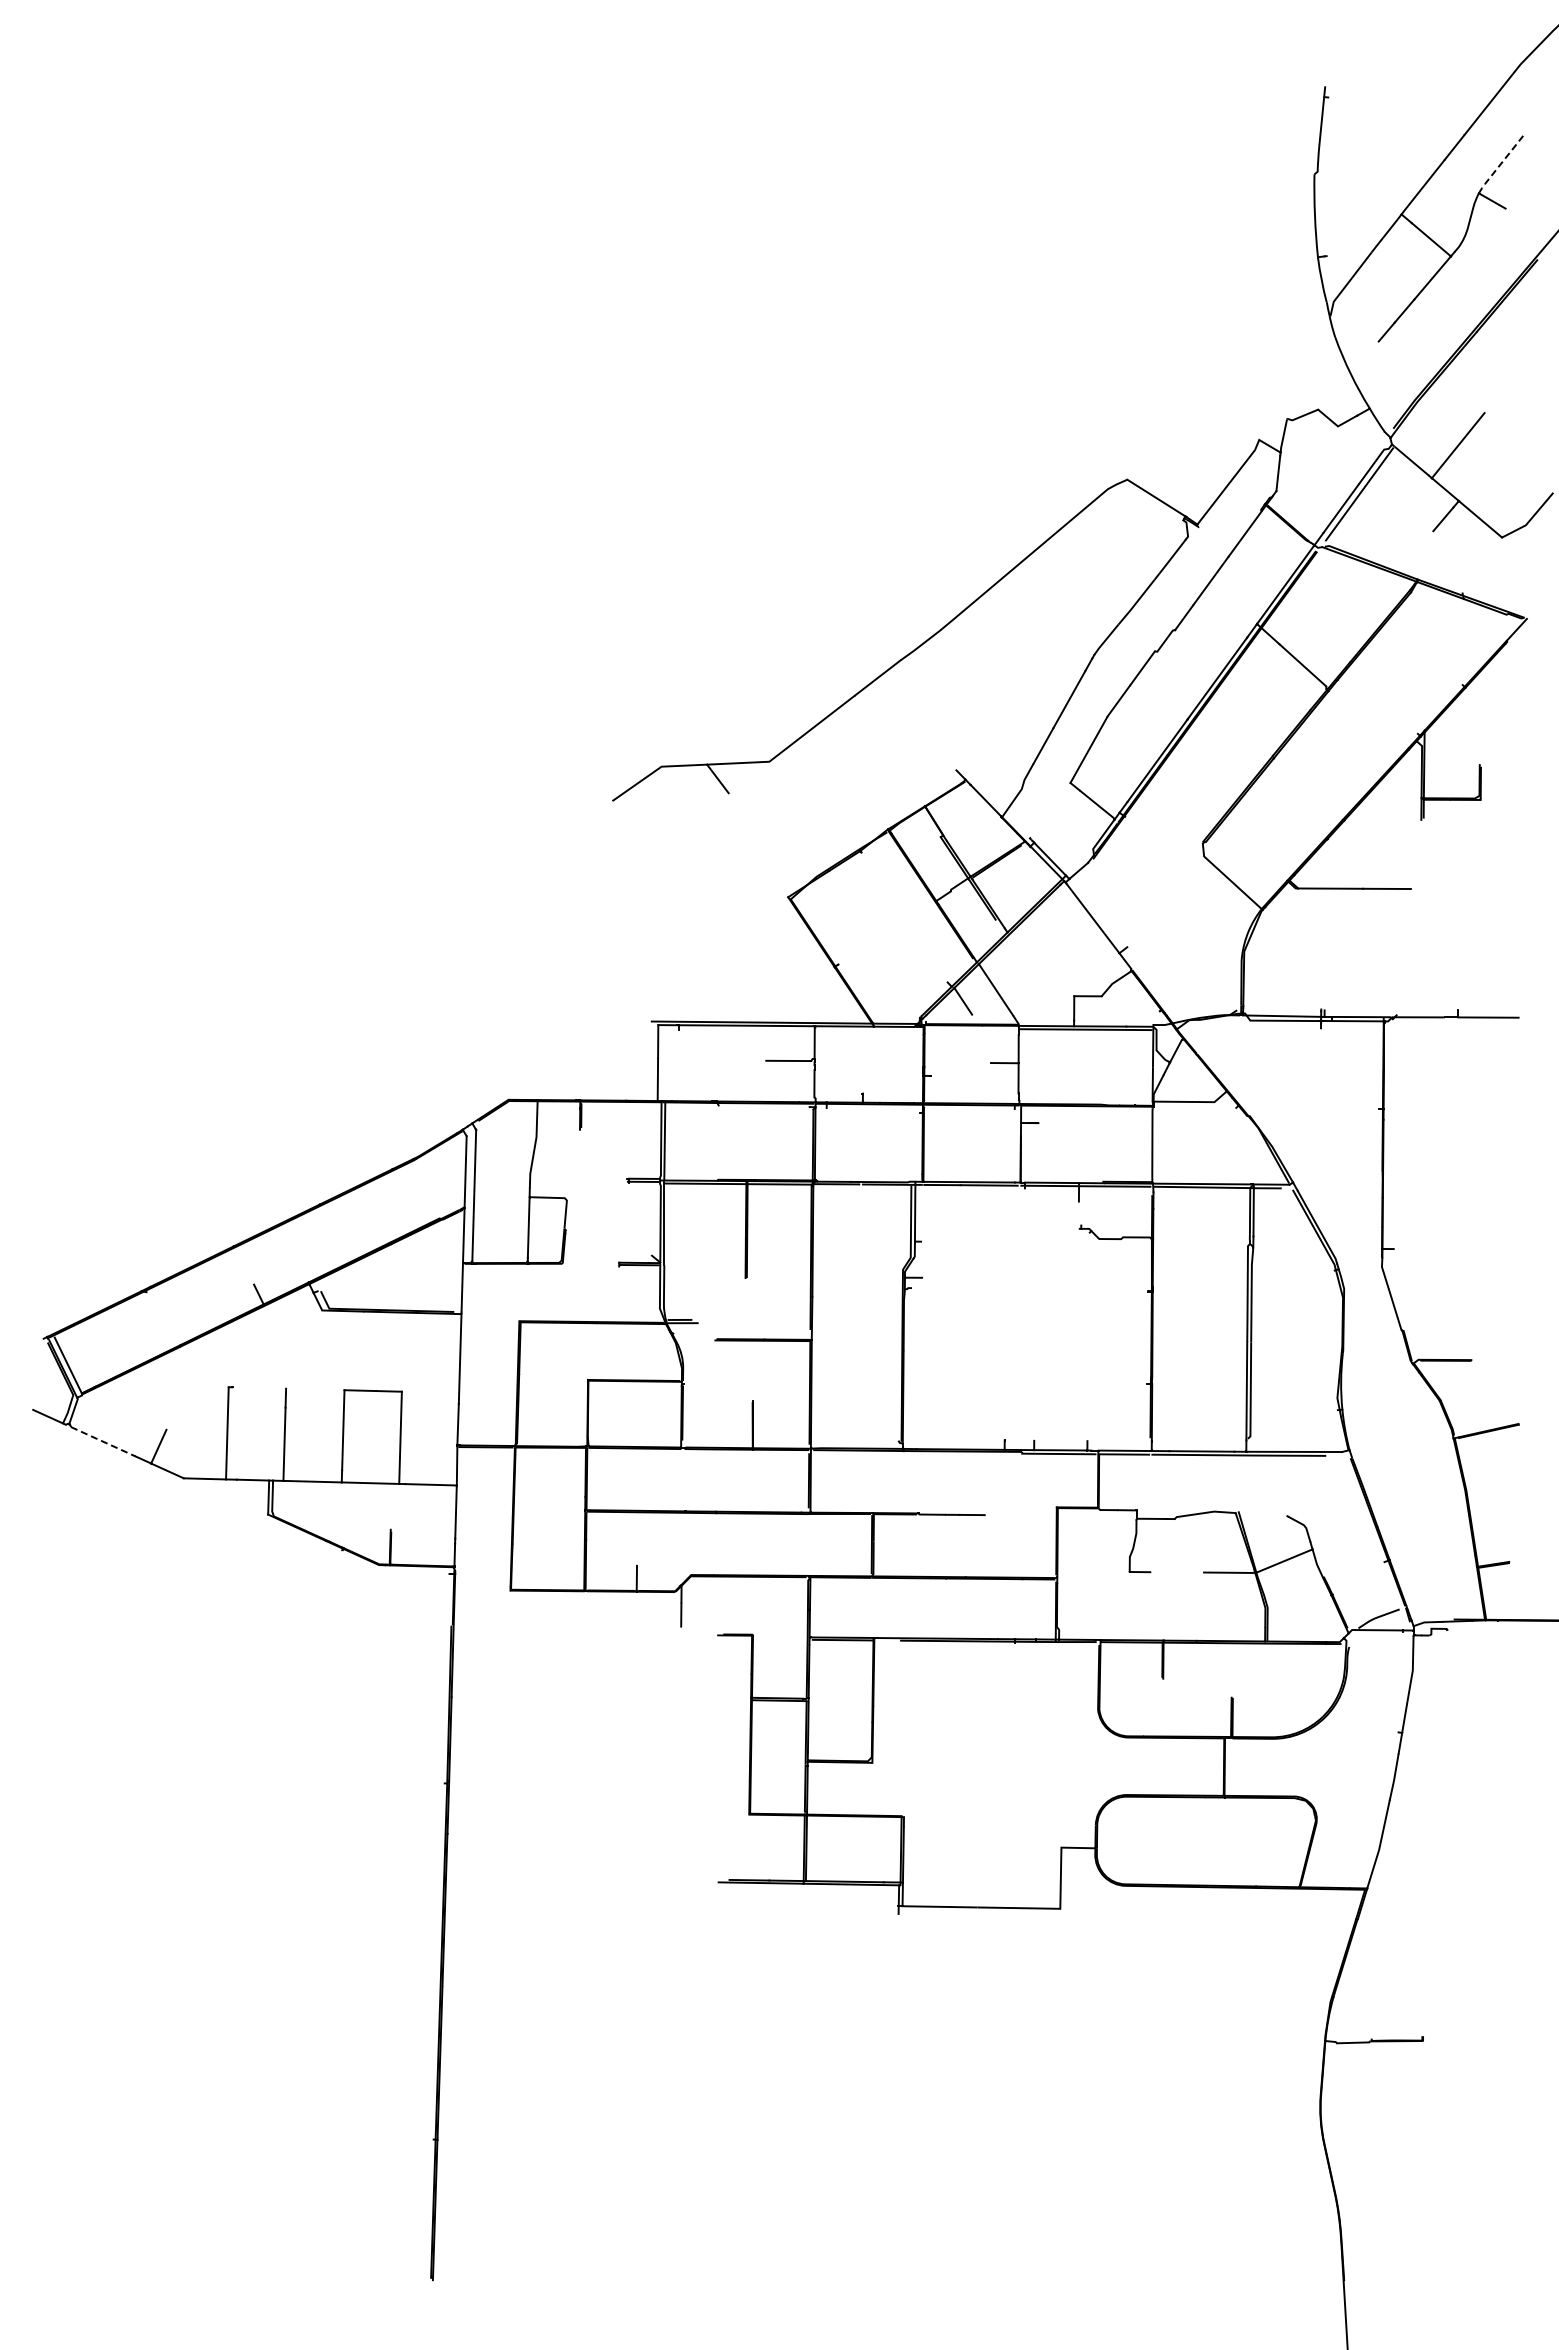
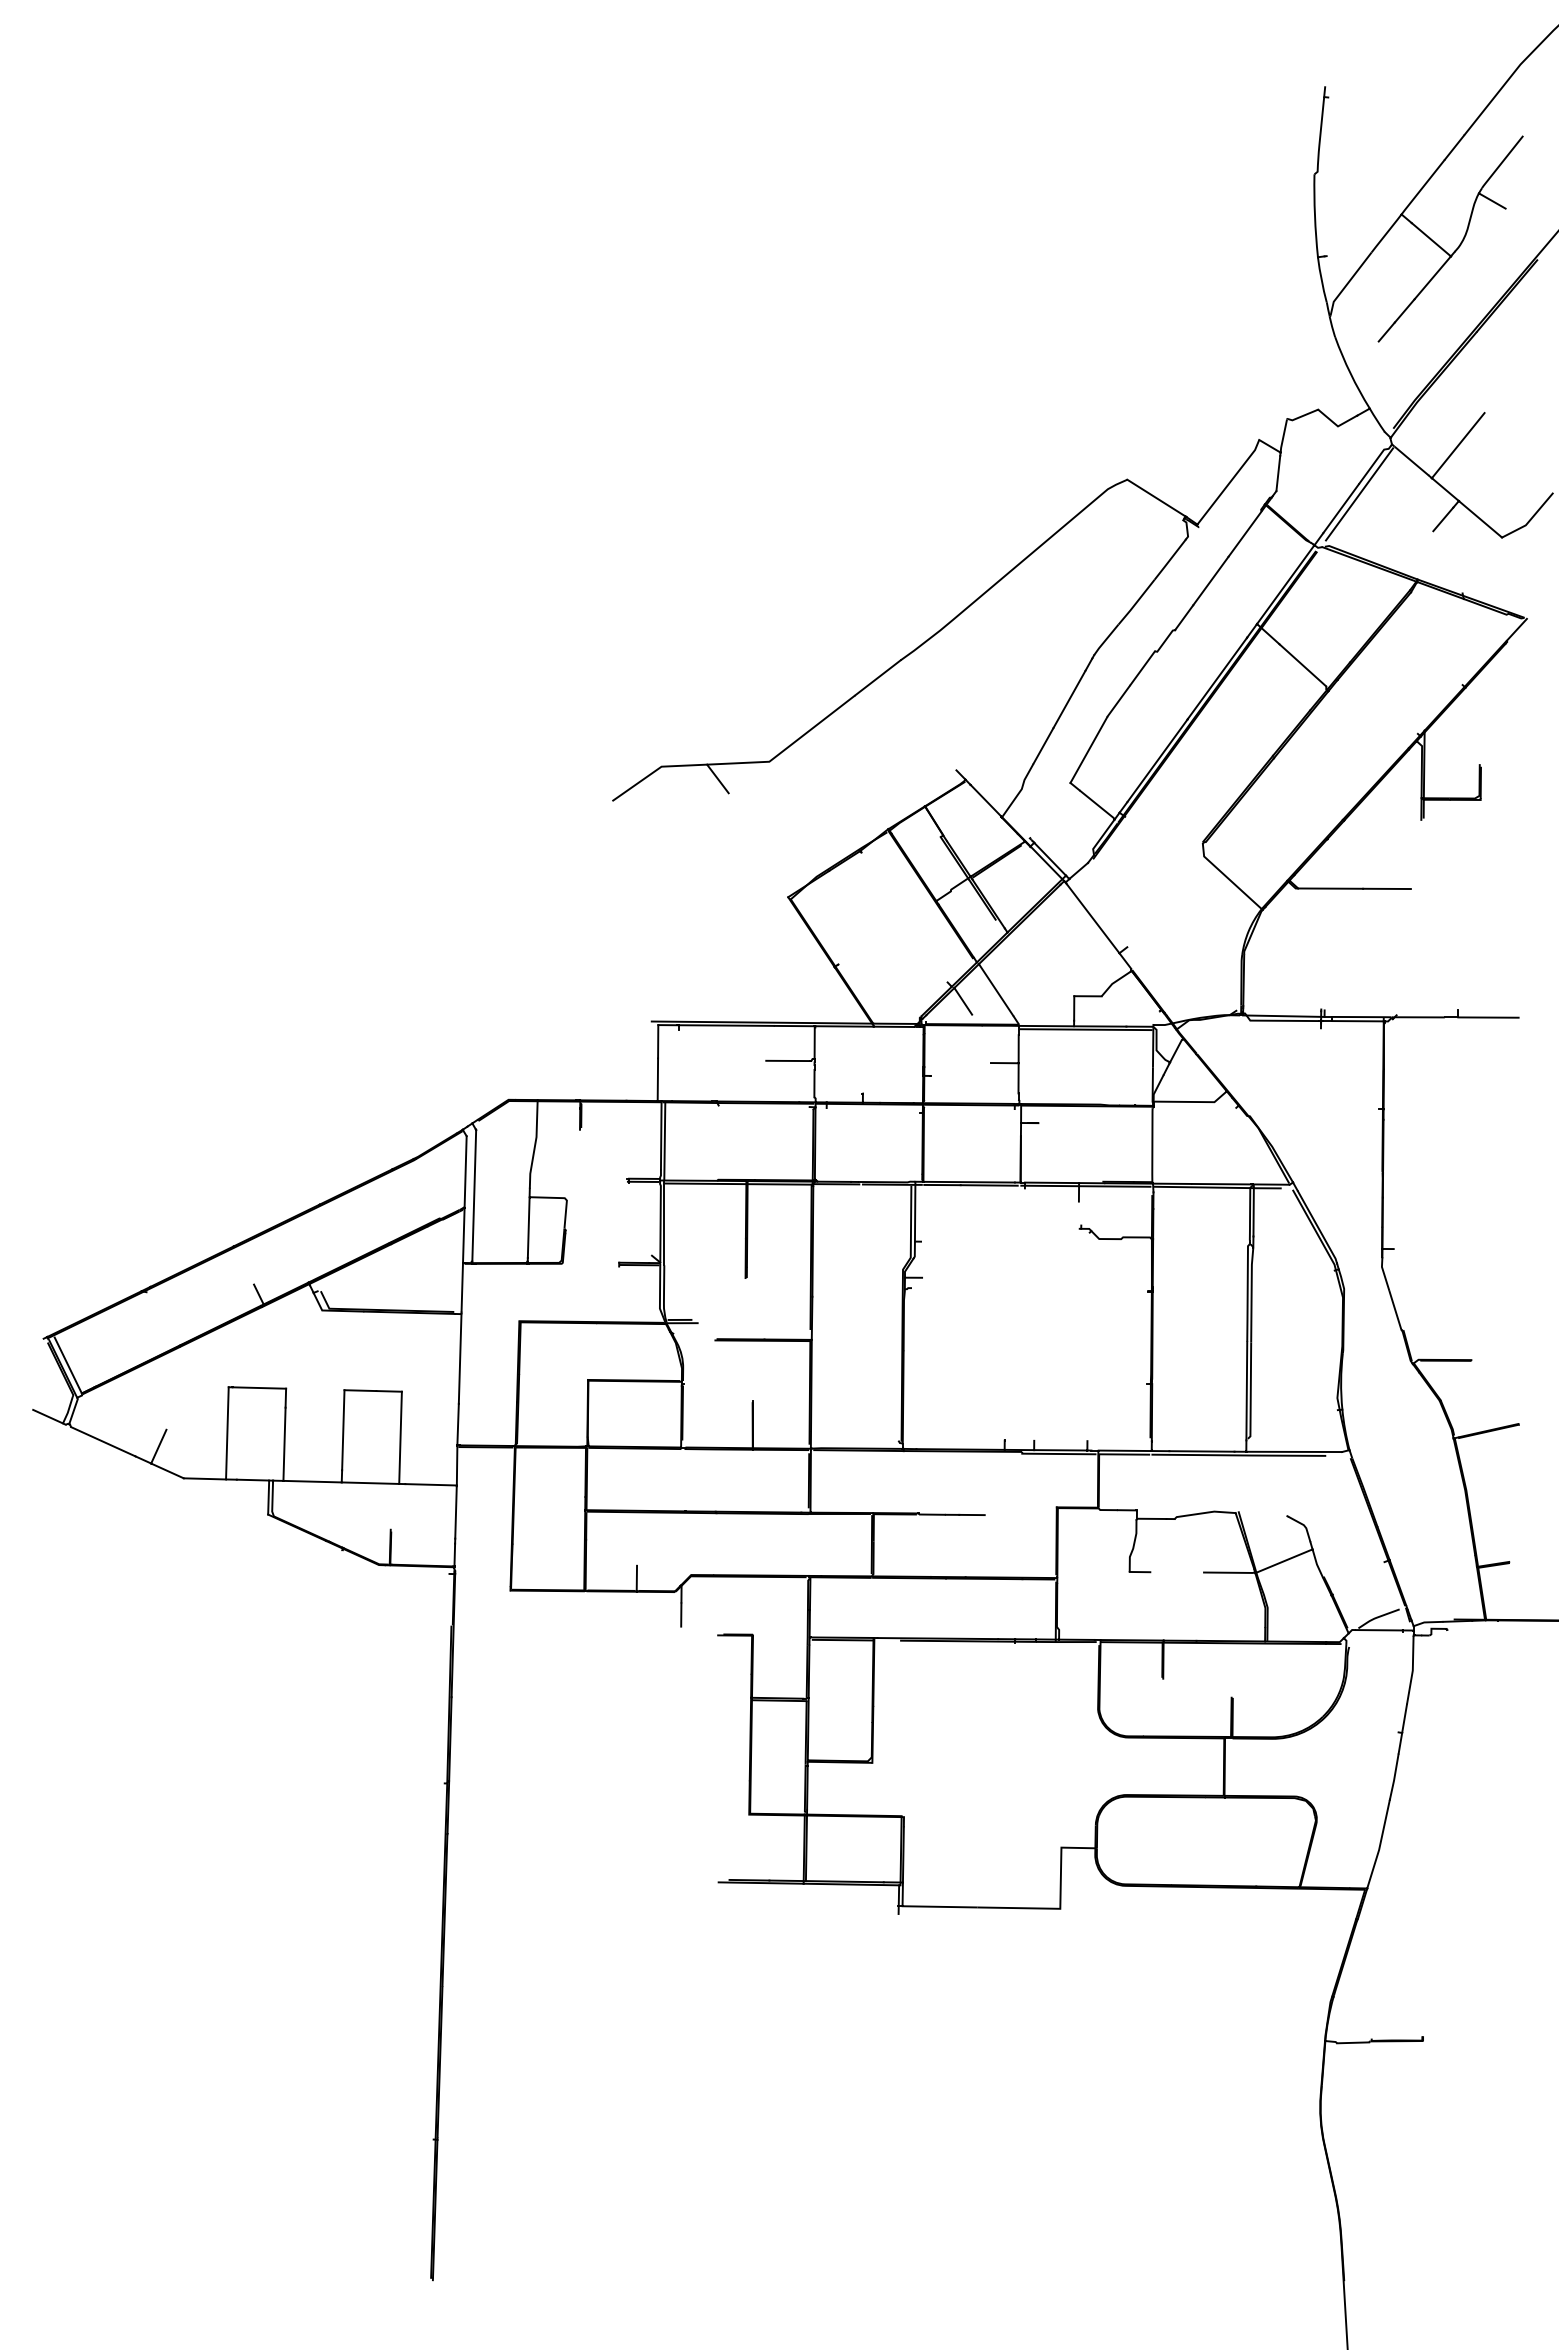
line at (1500, 164): dashed -> solid
line at (259, 1387): none -> present
line at (103, 1441): dashed -> solid
